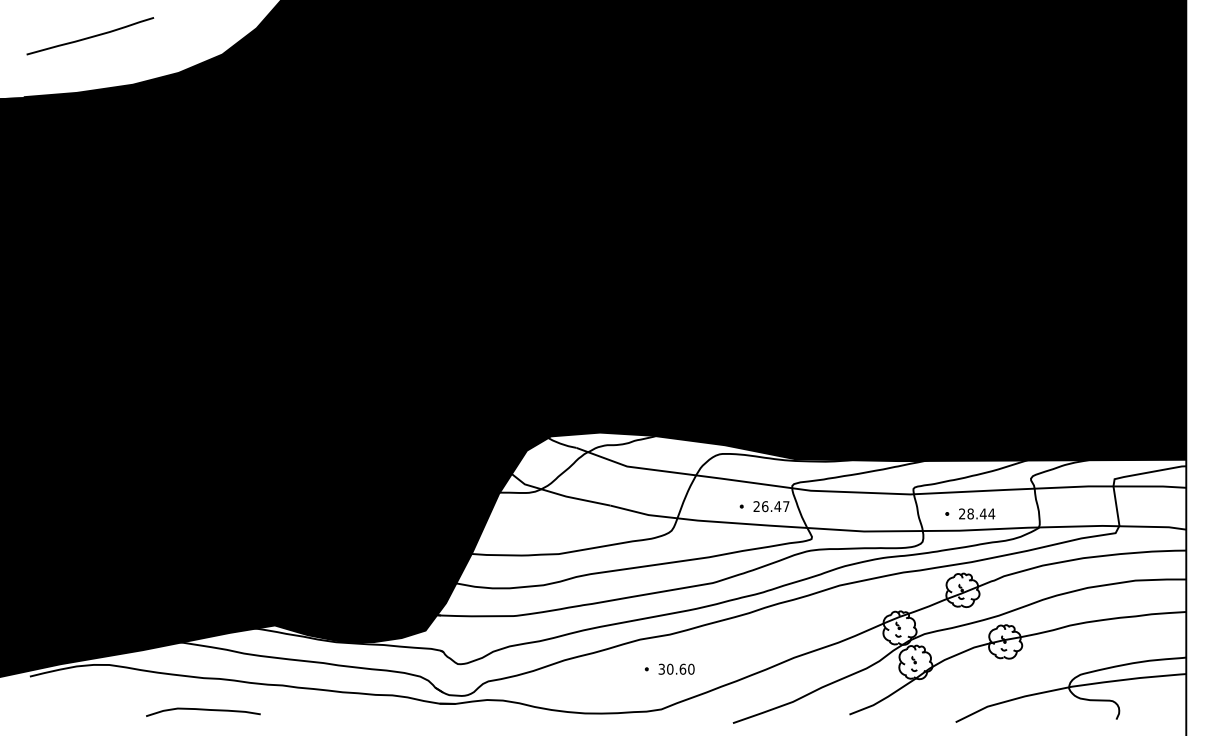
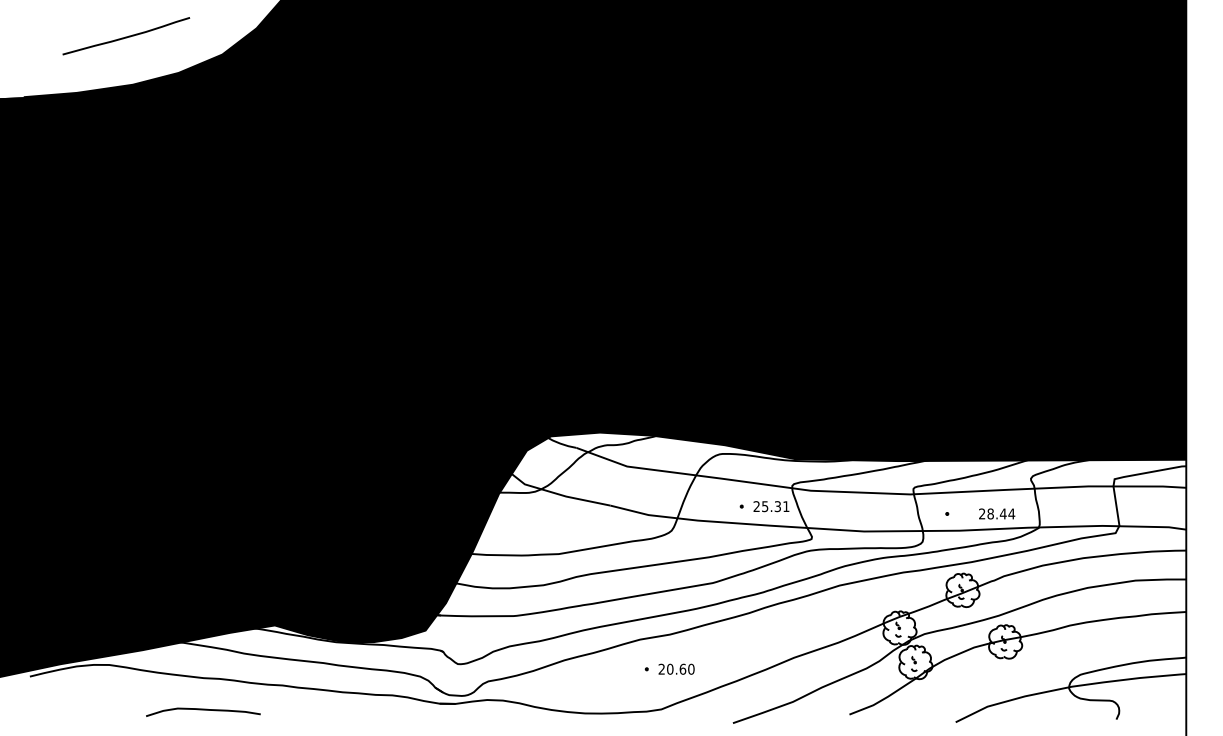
curve at (90, 36) position: (90, 36) -> (126, 36)
text at (775, 506): 26.47 -> 25.31
text at (977, 513) position: (977, 513) -> (997, 513)
text at (661, 669): 30.60 -> 20.60
